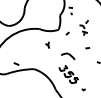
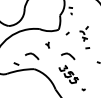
part at (83, 27) position: (83, 27) -> (83, 33)
part at (32, 56): none -> present
